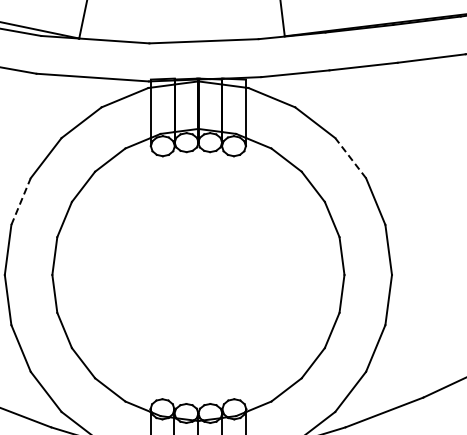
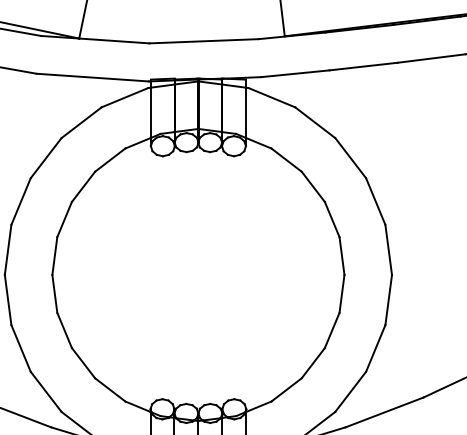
line at (350, 157): dashed -> solid
line at (21, 201): dashed -> solid
